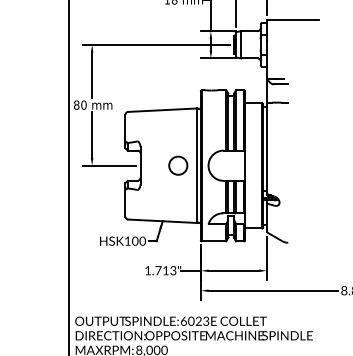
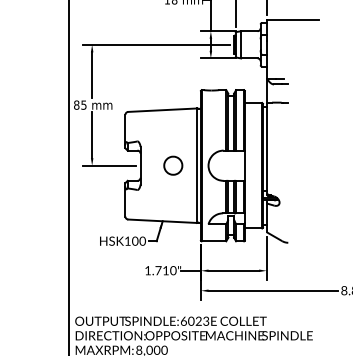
text at (83, 104): 80 -> 85
part at (178, 165) position: (178, 165) -> (173, 165)
text at (173, 270): 1.713" -> 1.710"
